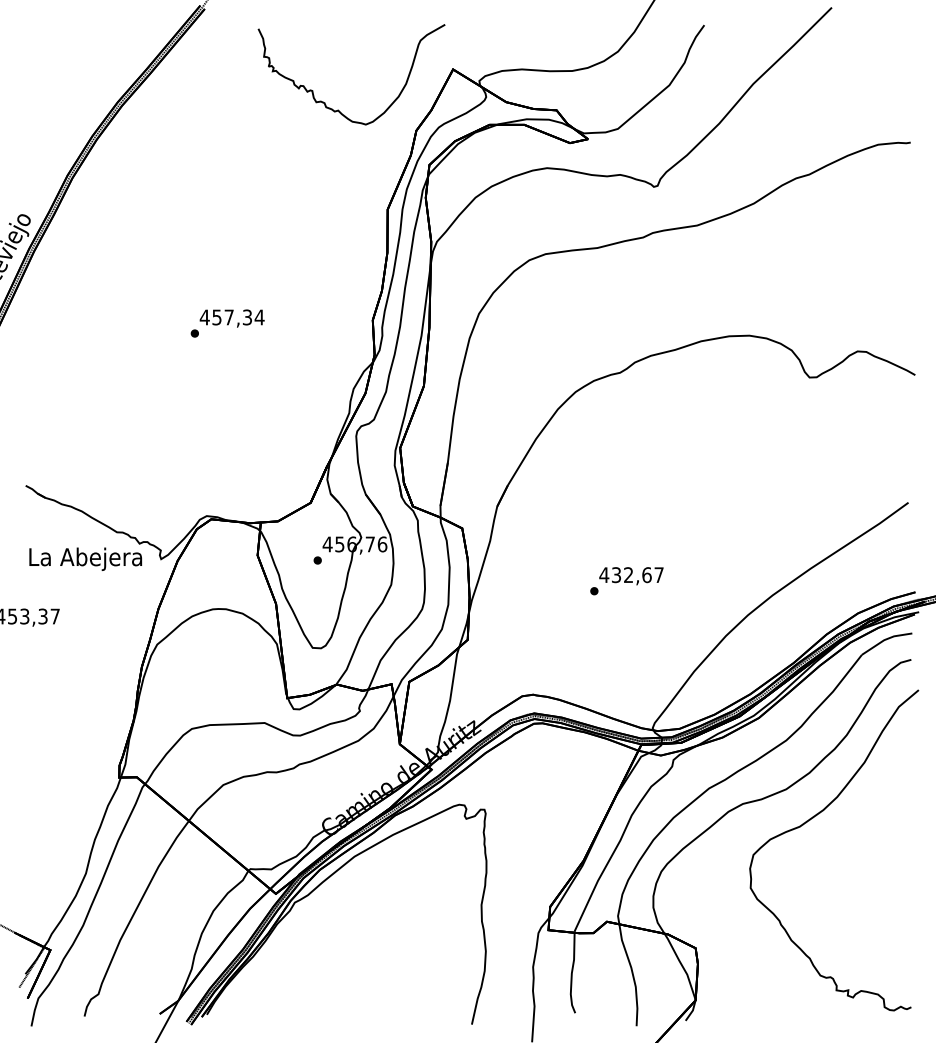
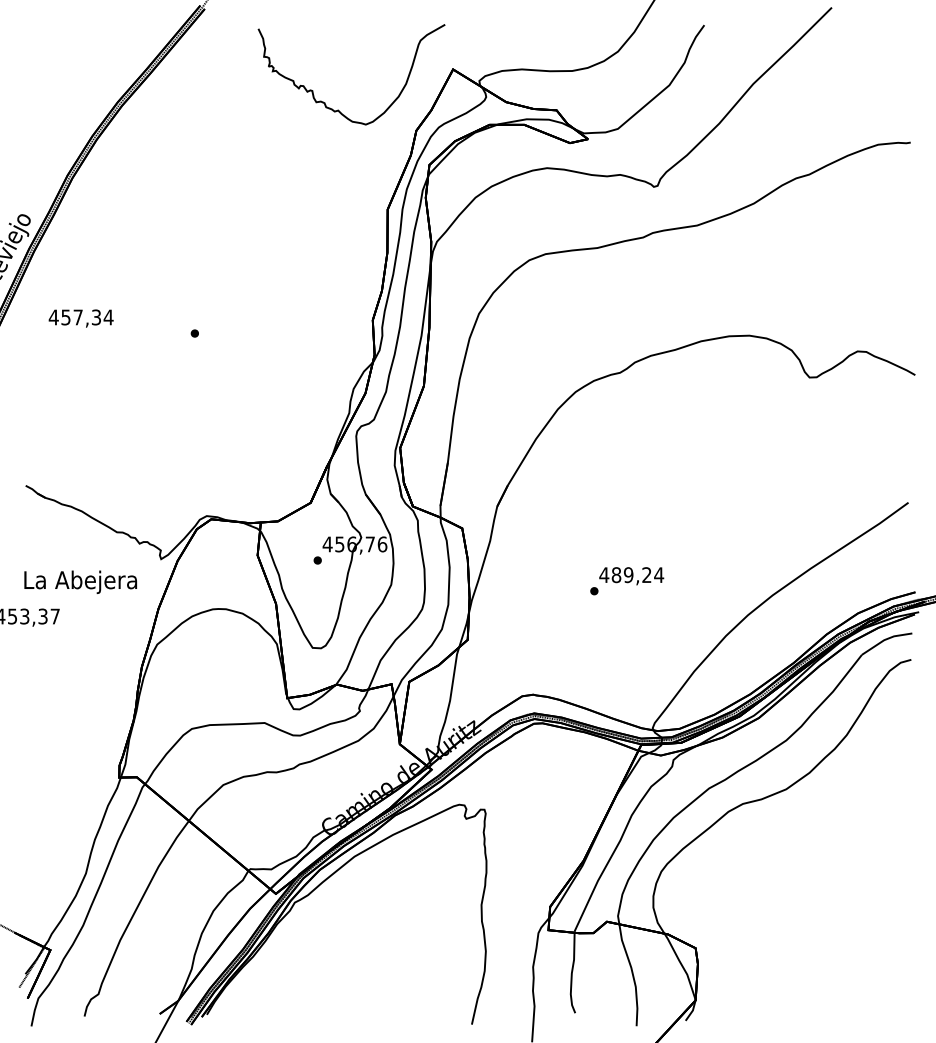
text at (231, 318) position: (231, 318) -> (80, 318)
text at (85, 558) position: (85, 558) -> (80, 581)
text at (637, 575): 432,67 -> 489,24
curve at (813, 818): present -> none
